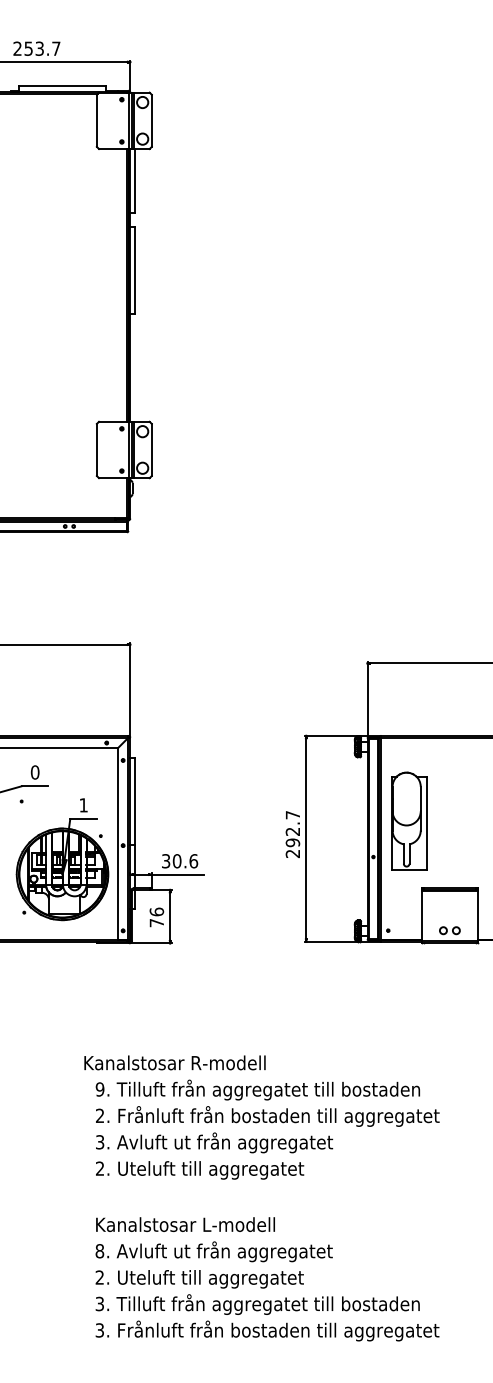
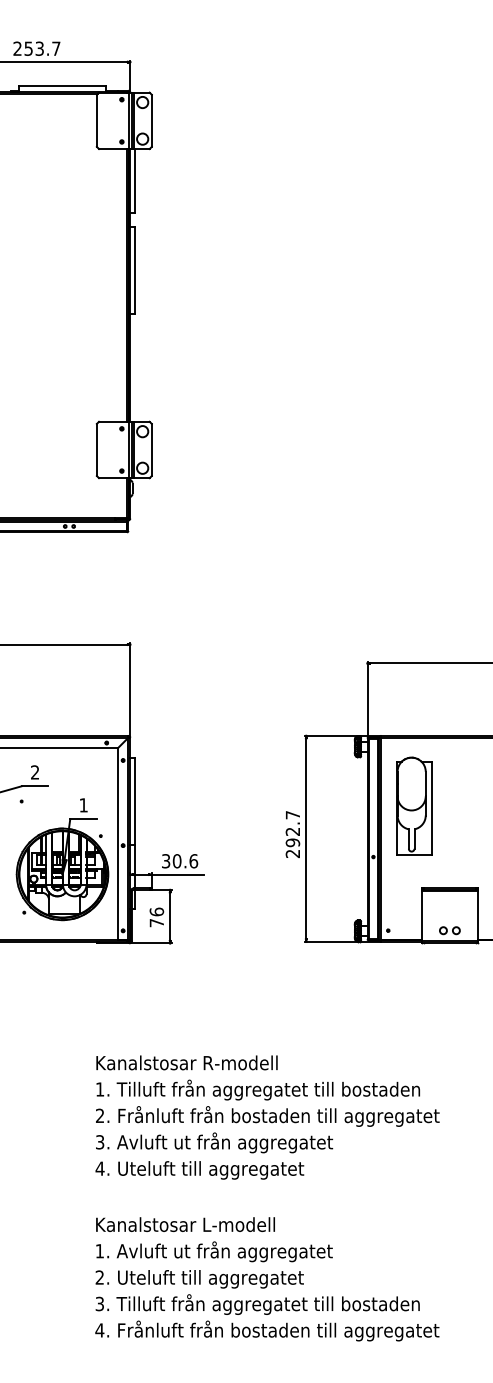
text at (34, 772): 0 -> 2
part at (409, 820) position: (409, 820) -> (414, 805)
text at (174, 1062) position: (174, 1062) -> (186, 1062)
text at (99, 1089): 9. -> 1.
text at (99, 1168): 2. -> 4.
text at (99, 1251): 8. -> 1.
text at (99, 1330): 3. -> 4.
